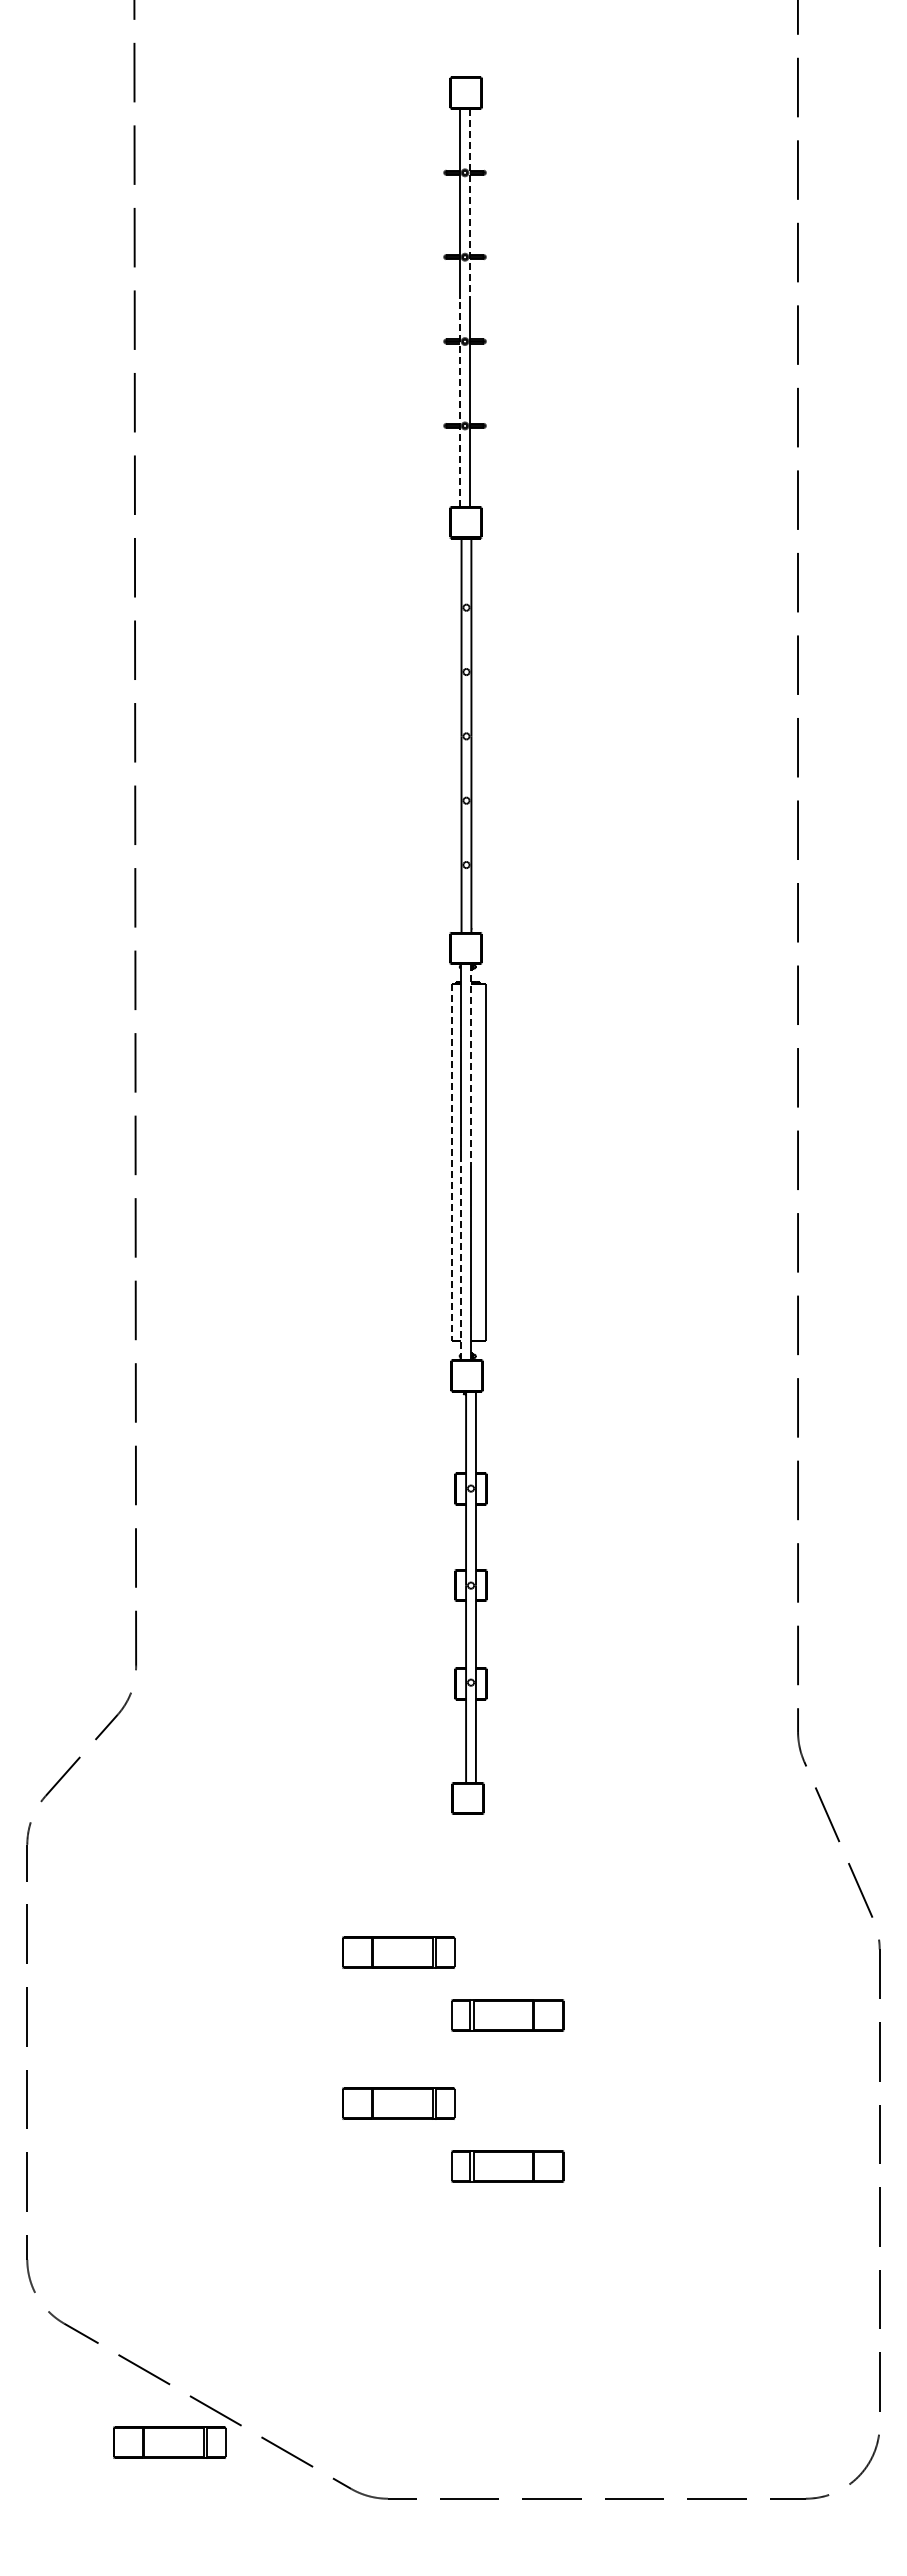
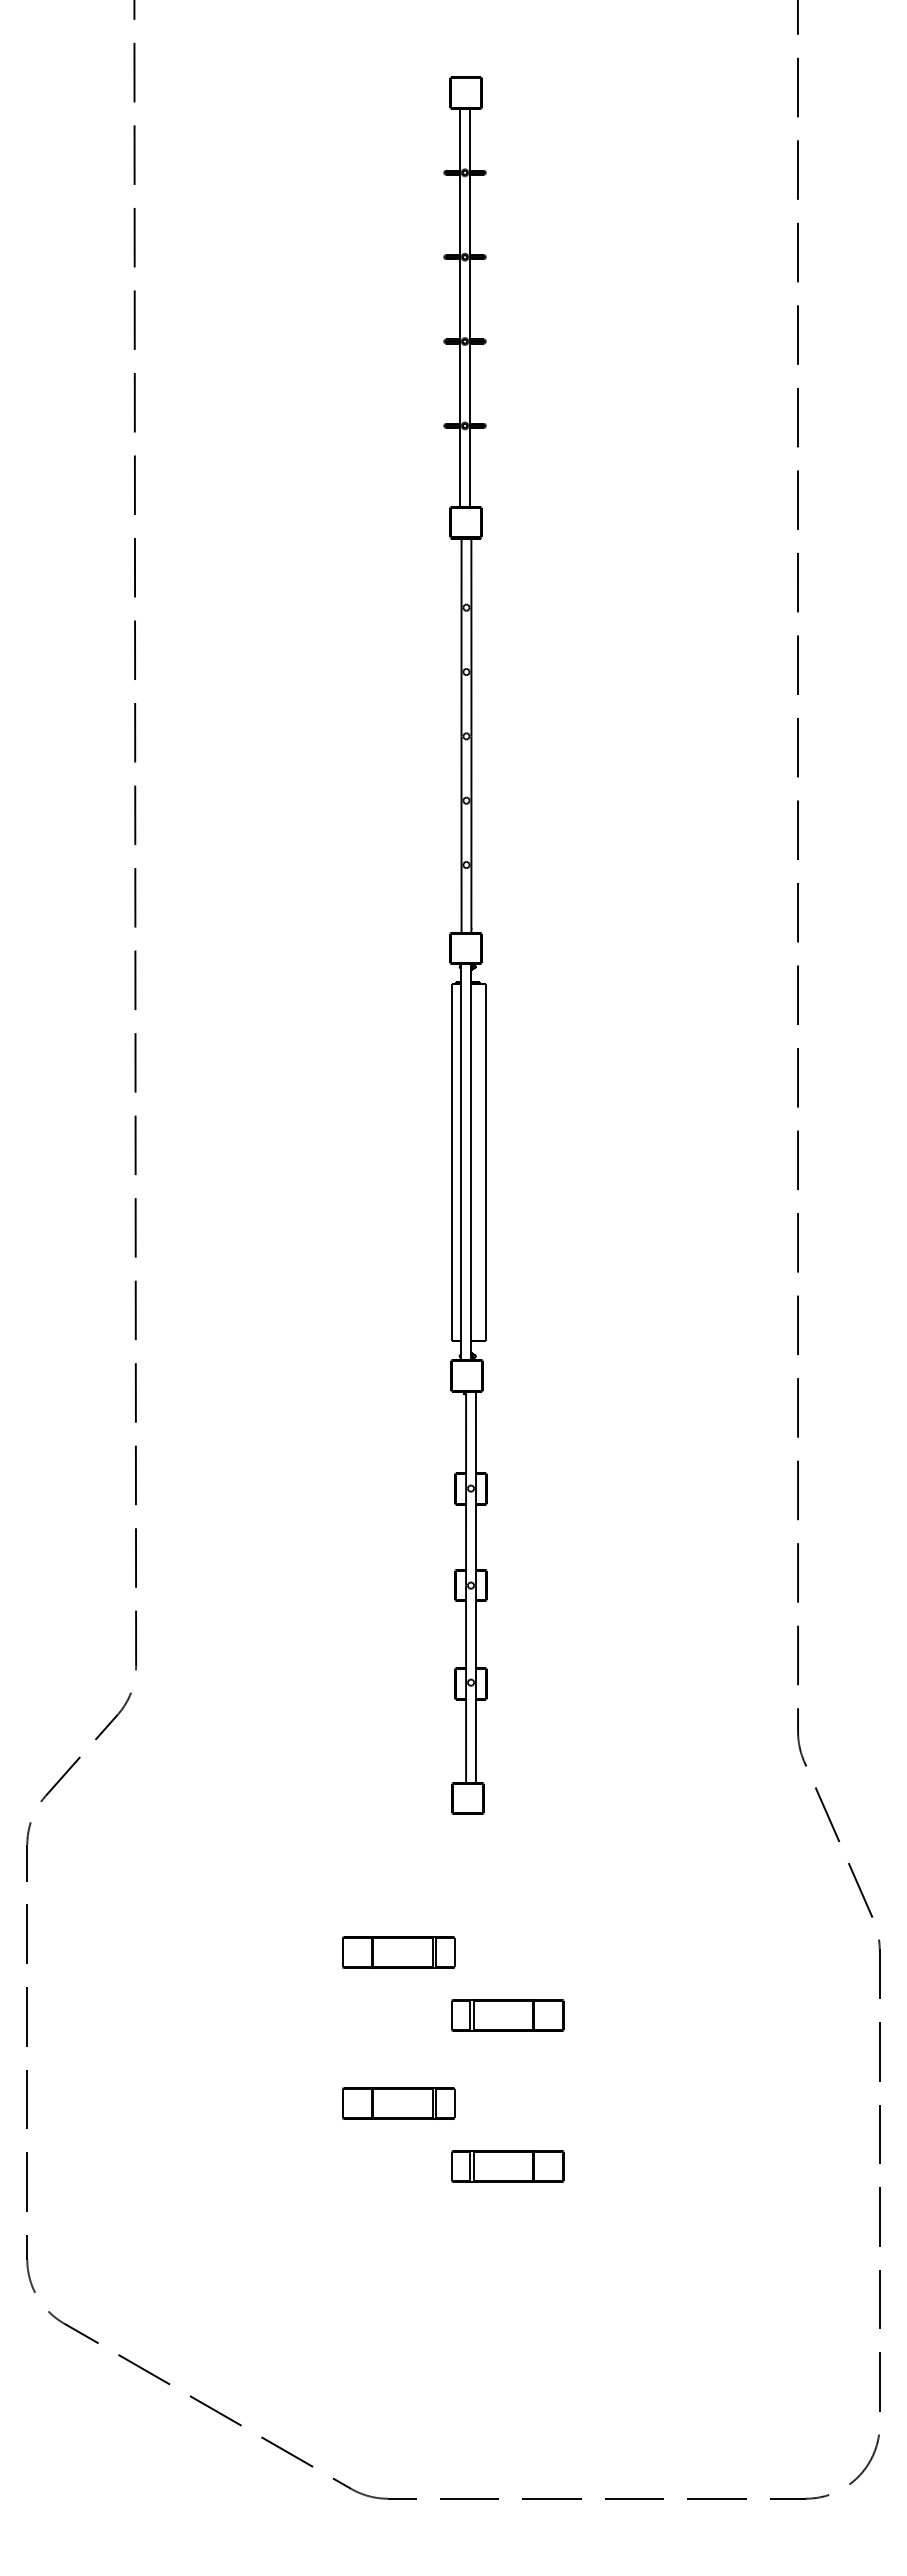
line at (469, 204): dashed -> solid
line at (460, 403): dashed -> solid
line at (470, 1063): dashed -> solid
line at (451, 1163): dashed -> solid
line at (460, 1261): dashed -> solid
part at (169, 2442): present -> none
